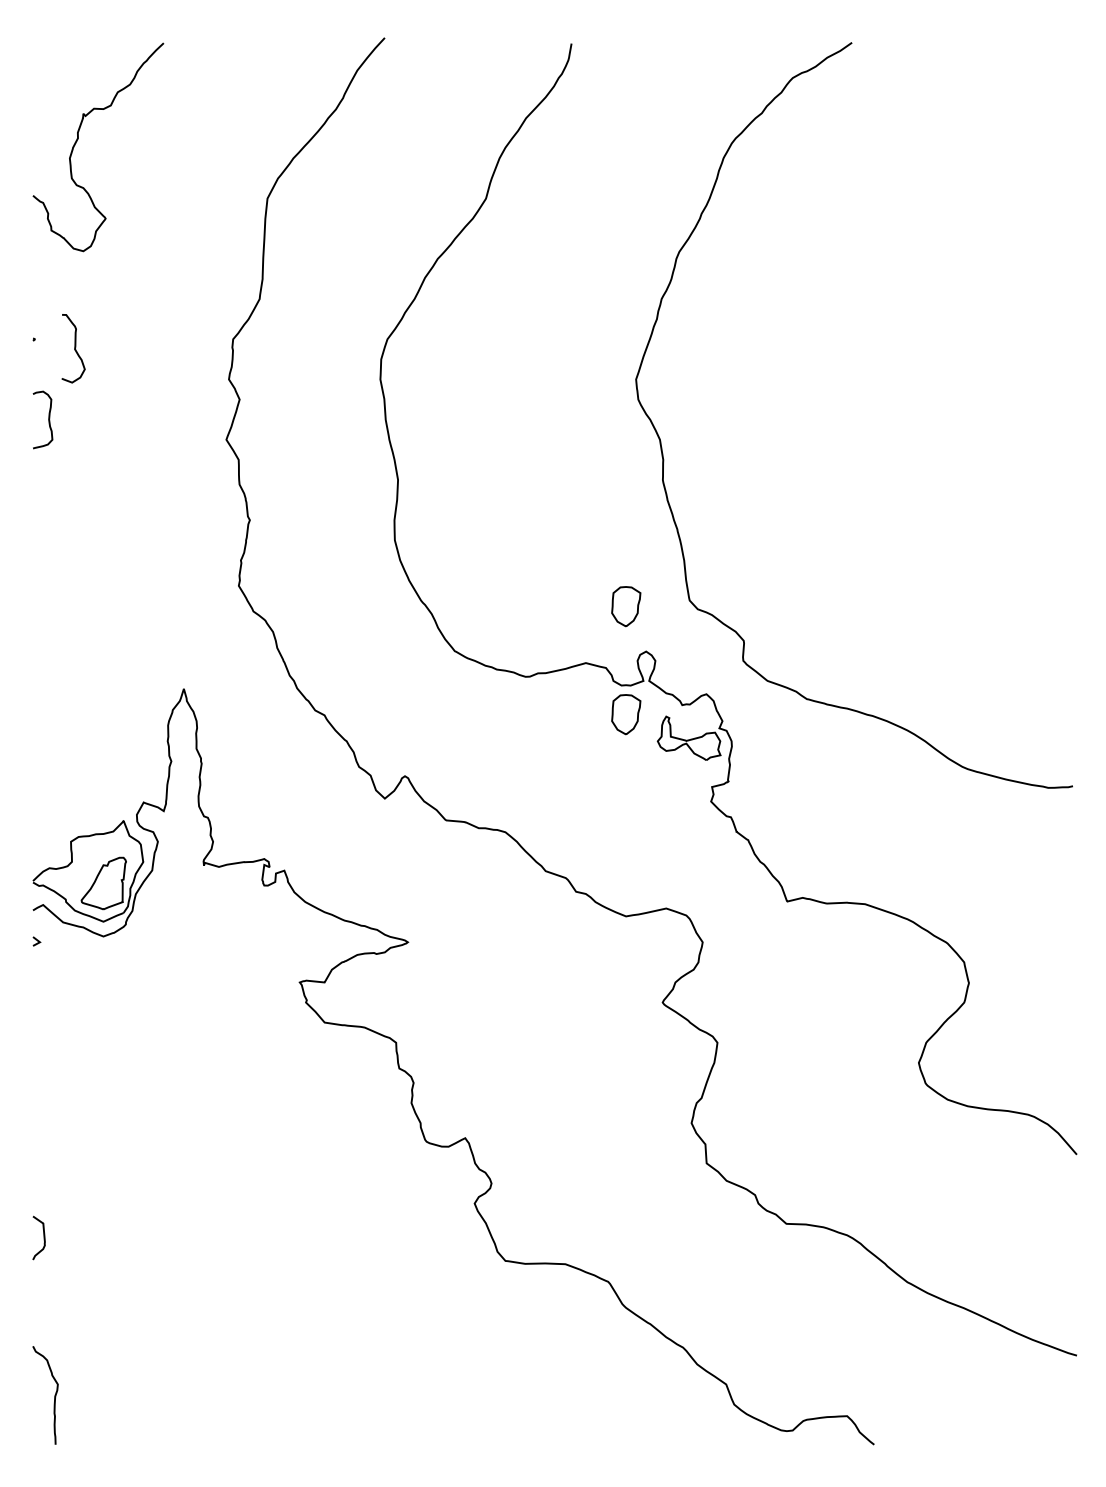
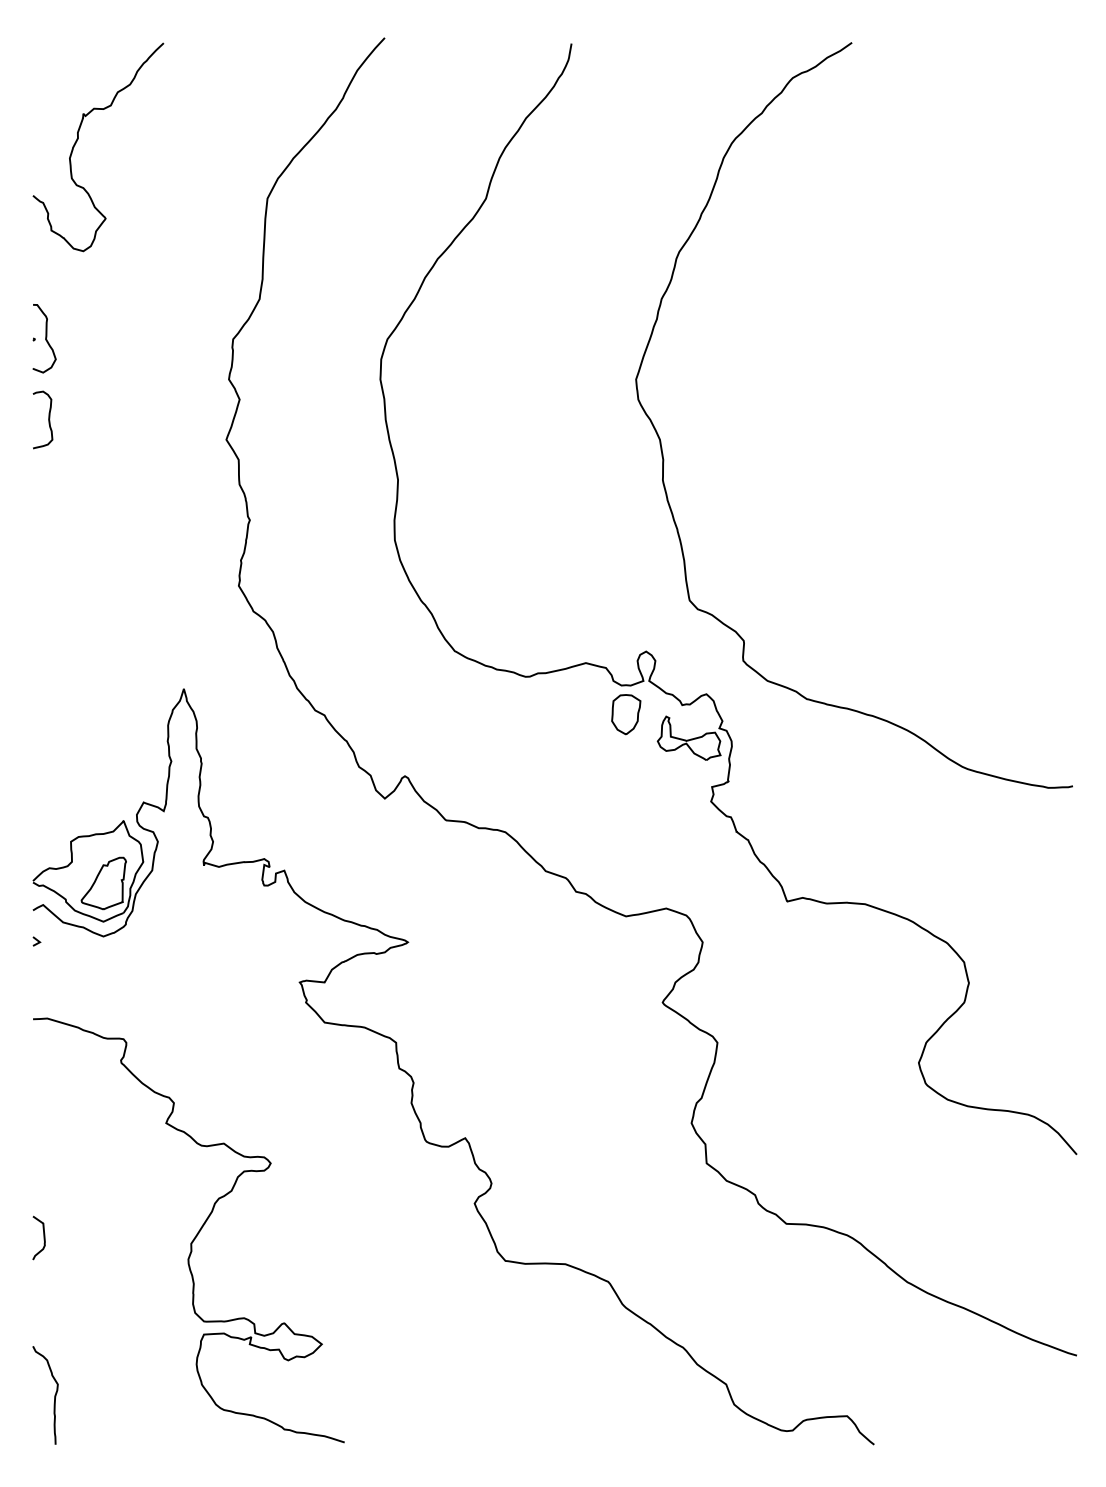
curve at (74, 348) position: (74, 348) -> (45, 338)
part at (626, 606): present -> none
curve at (195, 1235): none -> present
